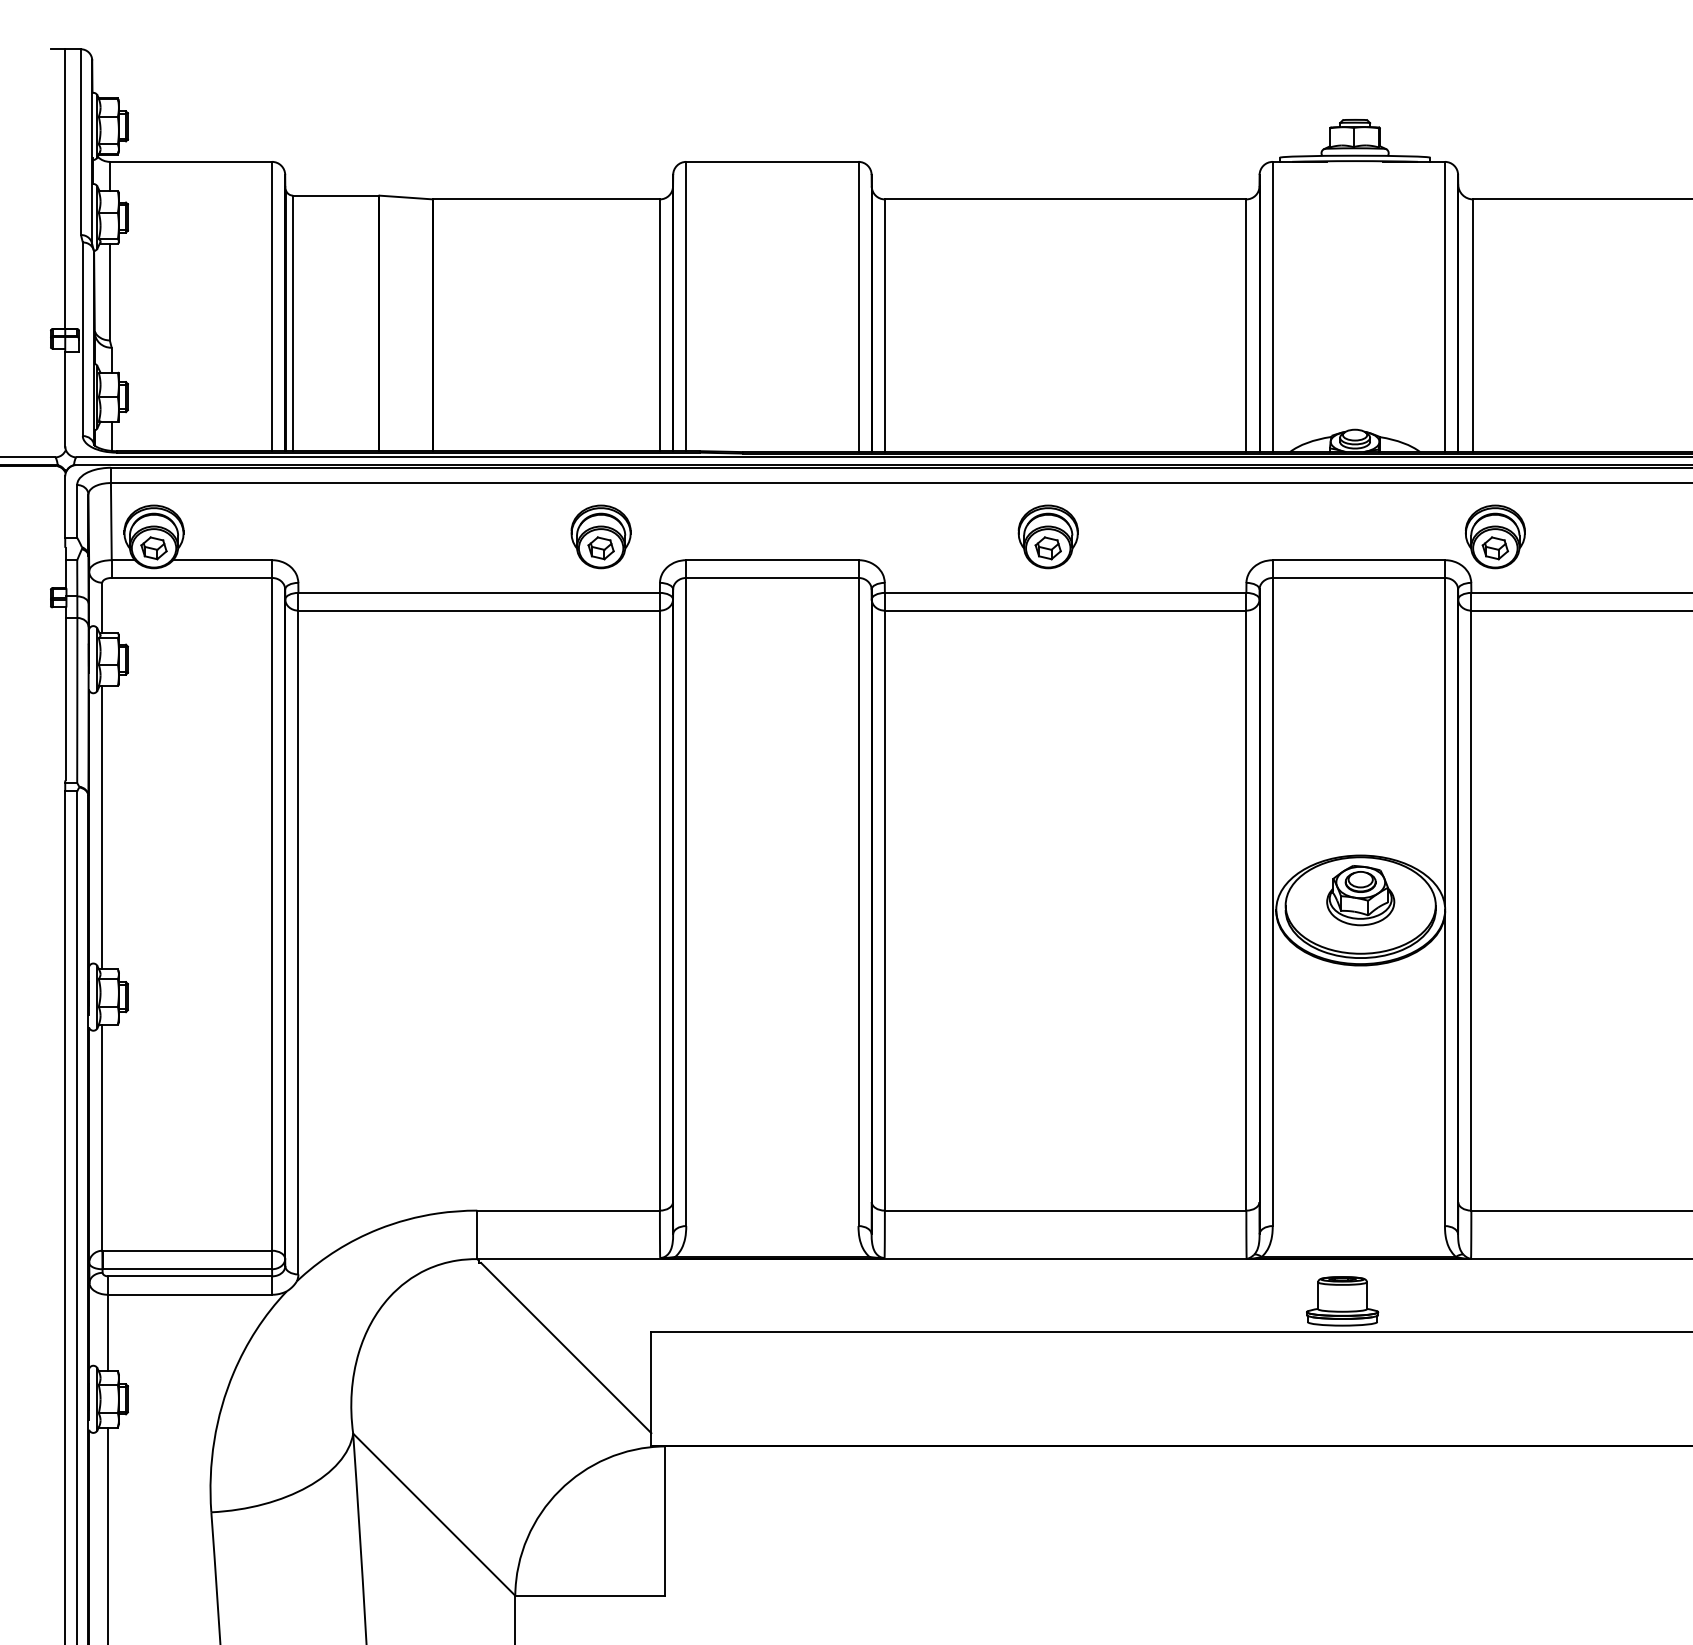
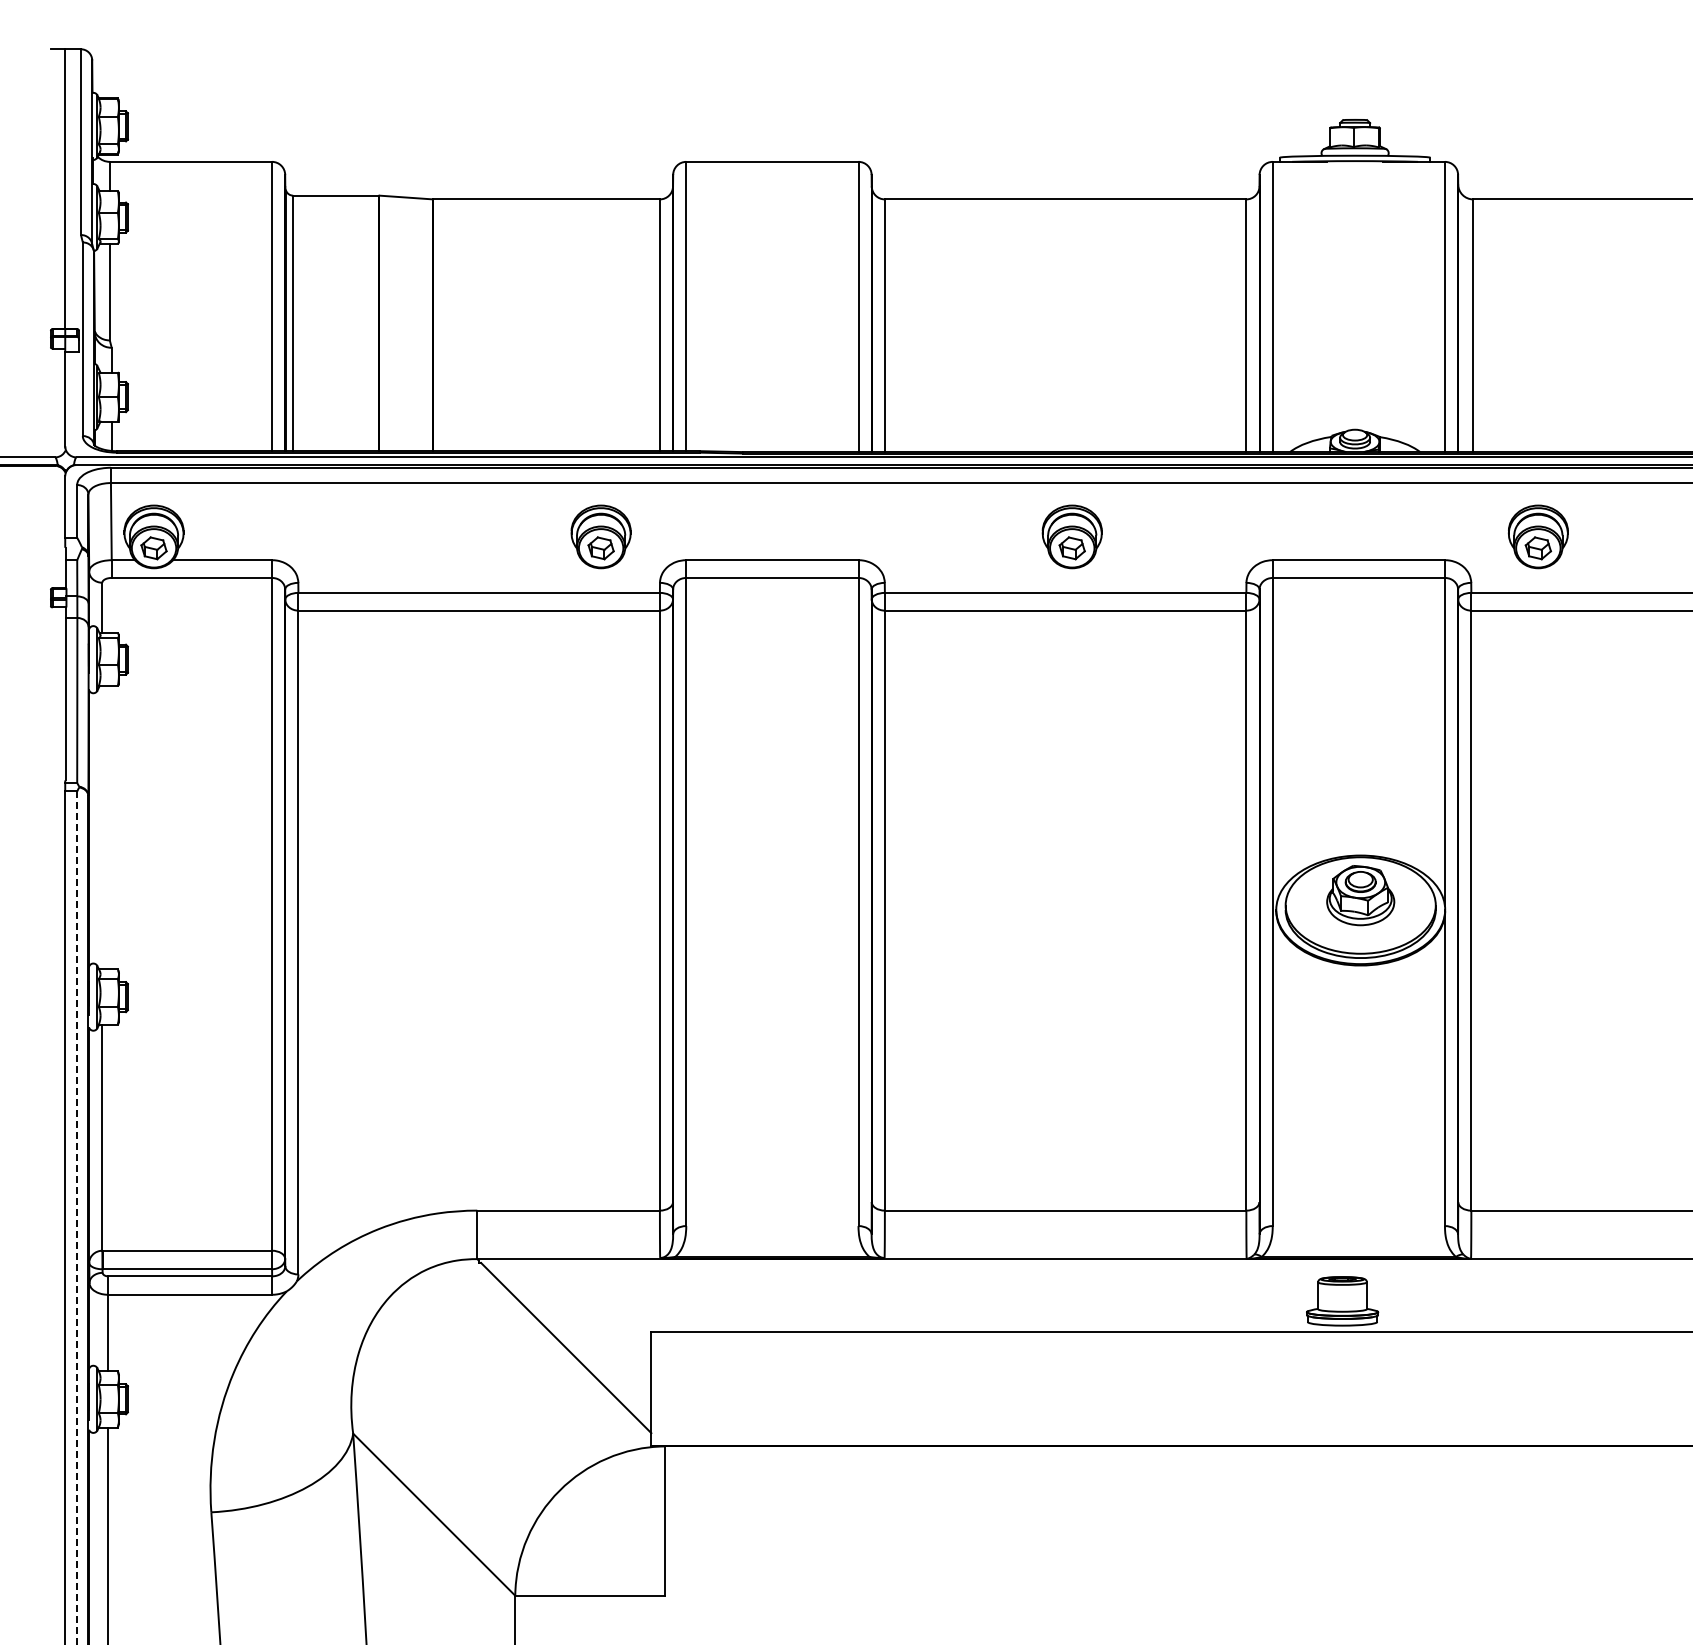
part at (1047, 536) position: (1047, 536) -> (1071, 536)
part at (1494, 536) position: (1494, 536) -> (1537, 536)
line at (102, 827): present -> none
line at (77, 1217): solid -> dashed
